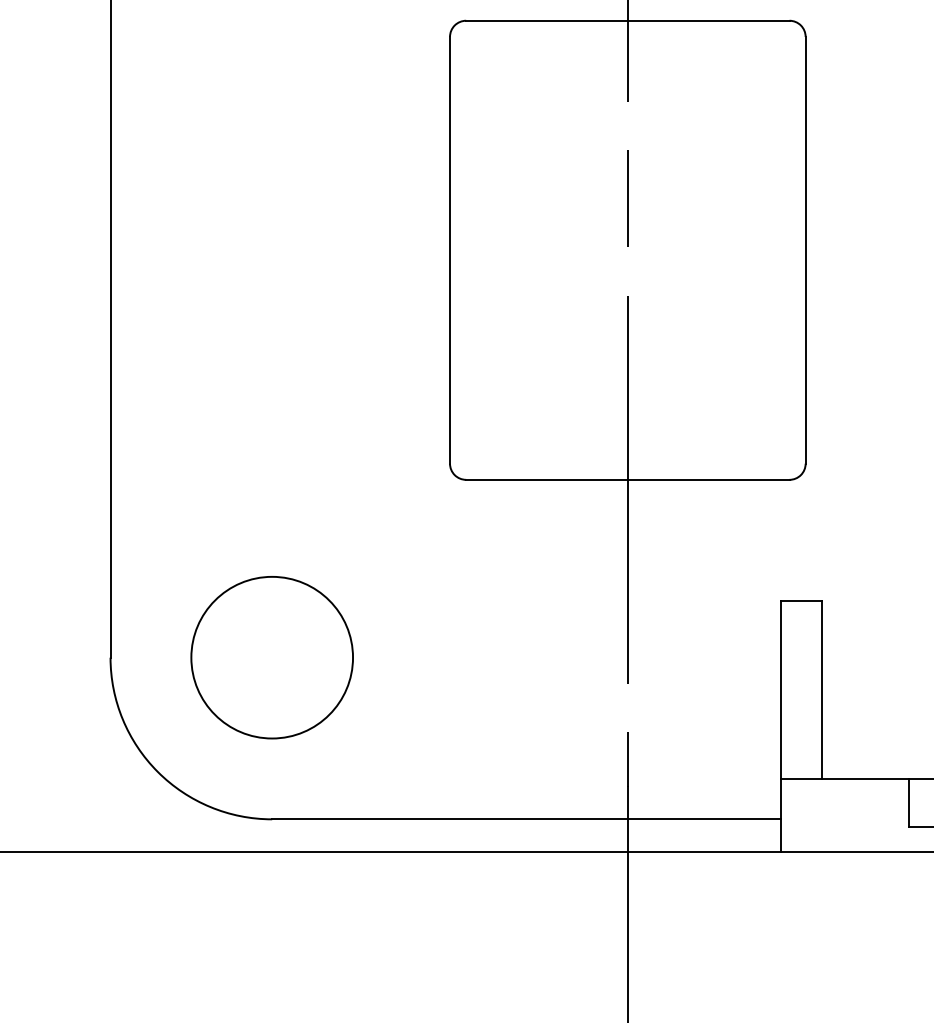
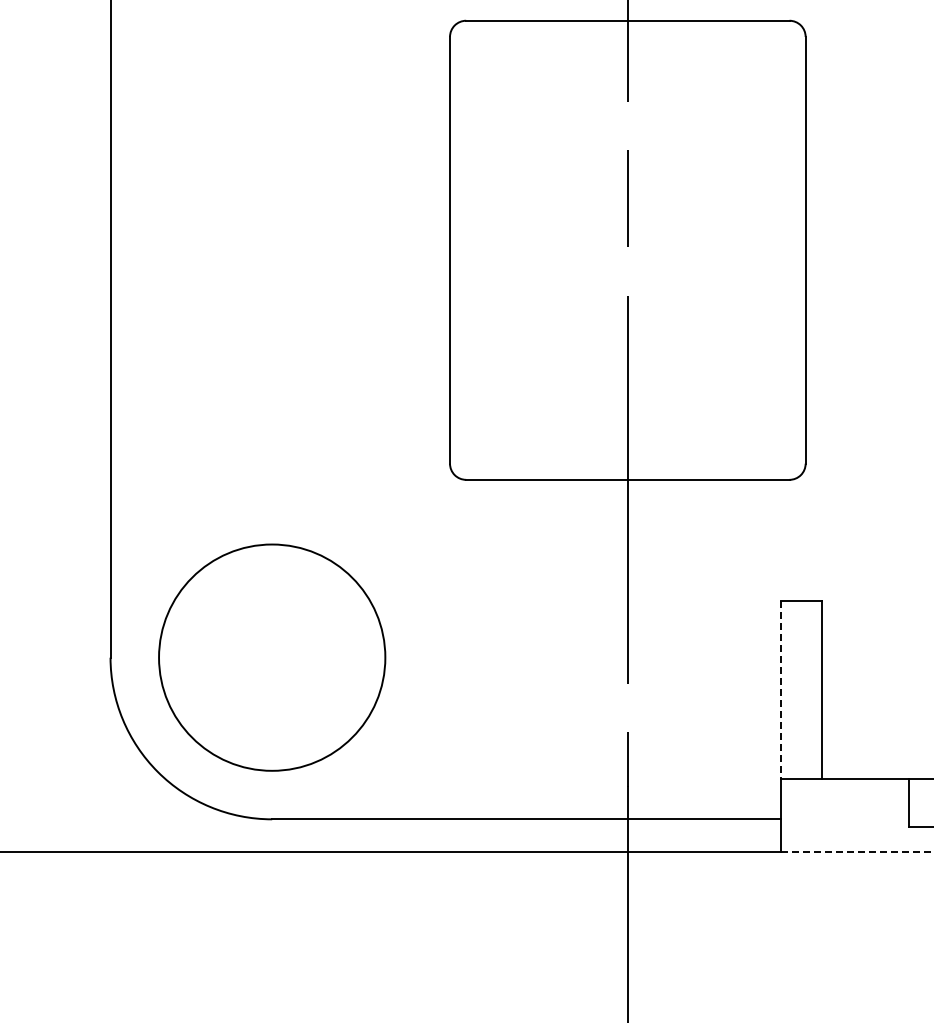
circle at (272, 657) diameter: 162 px -> 226 px
line at (781, 690): solid -> dashed
line at (857, 851): solid -> dashed
